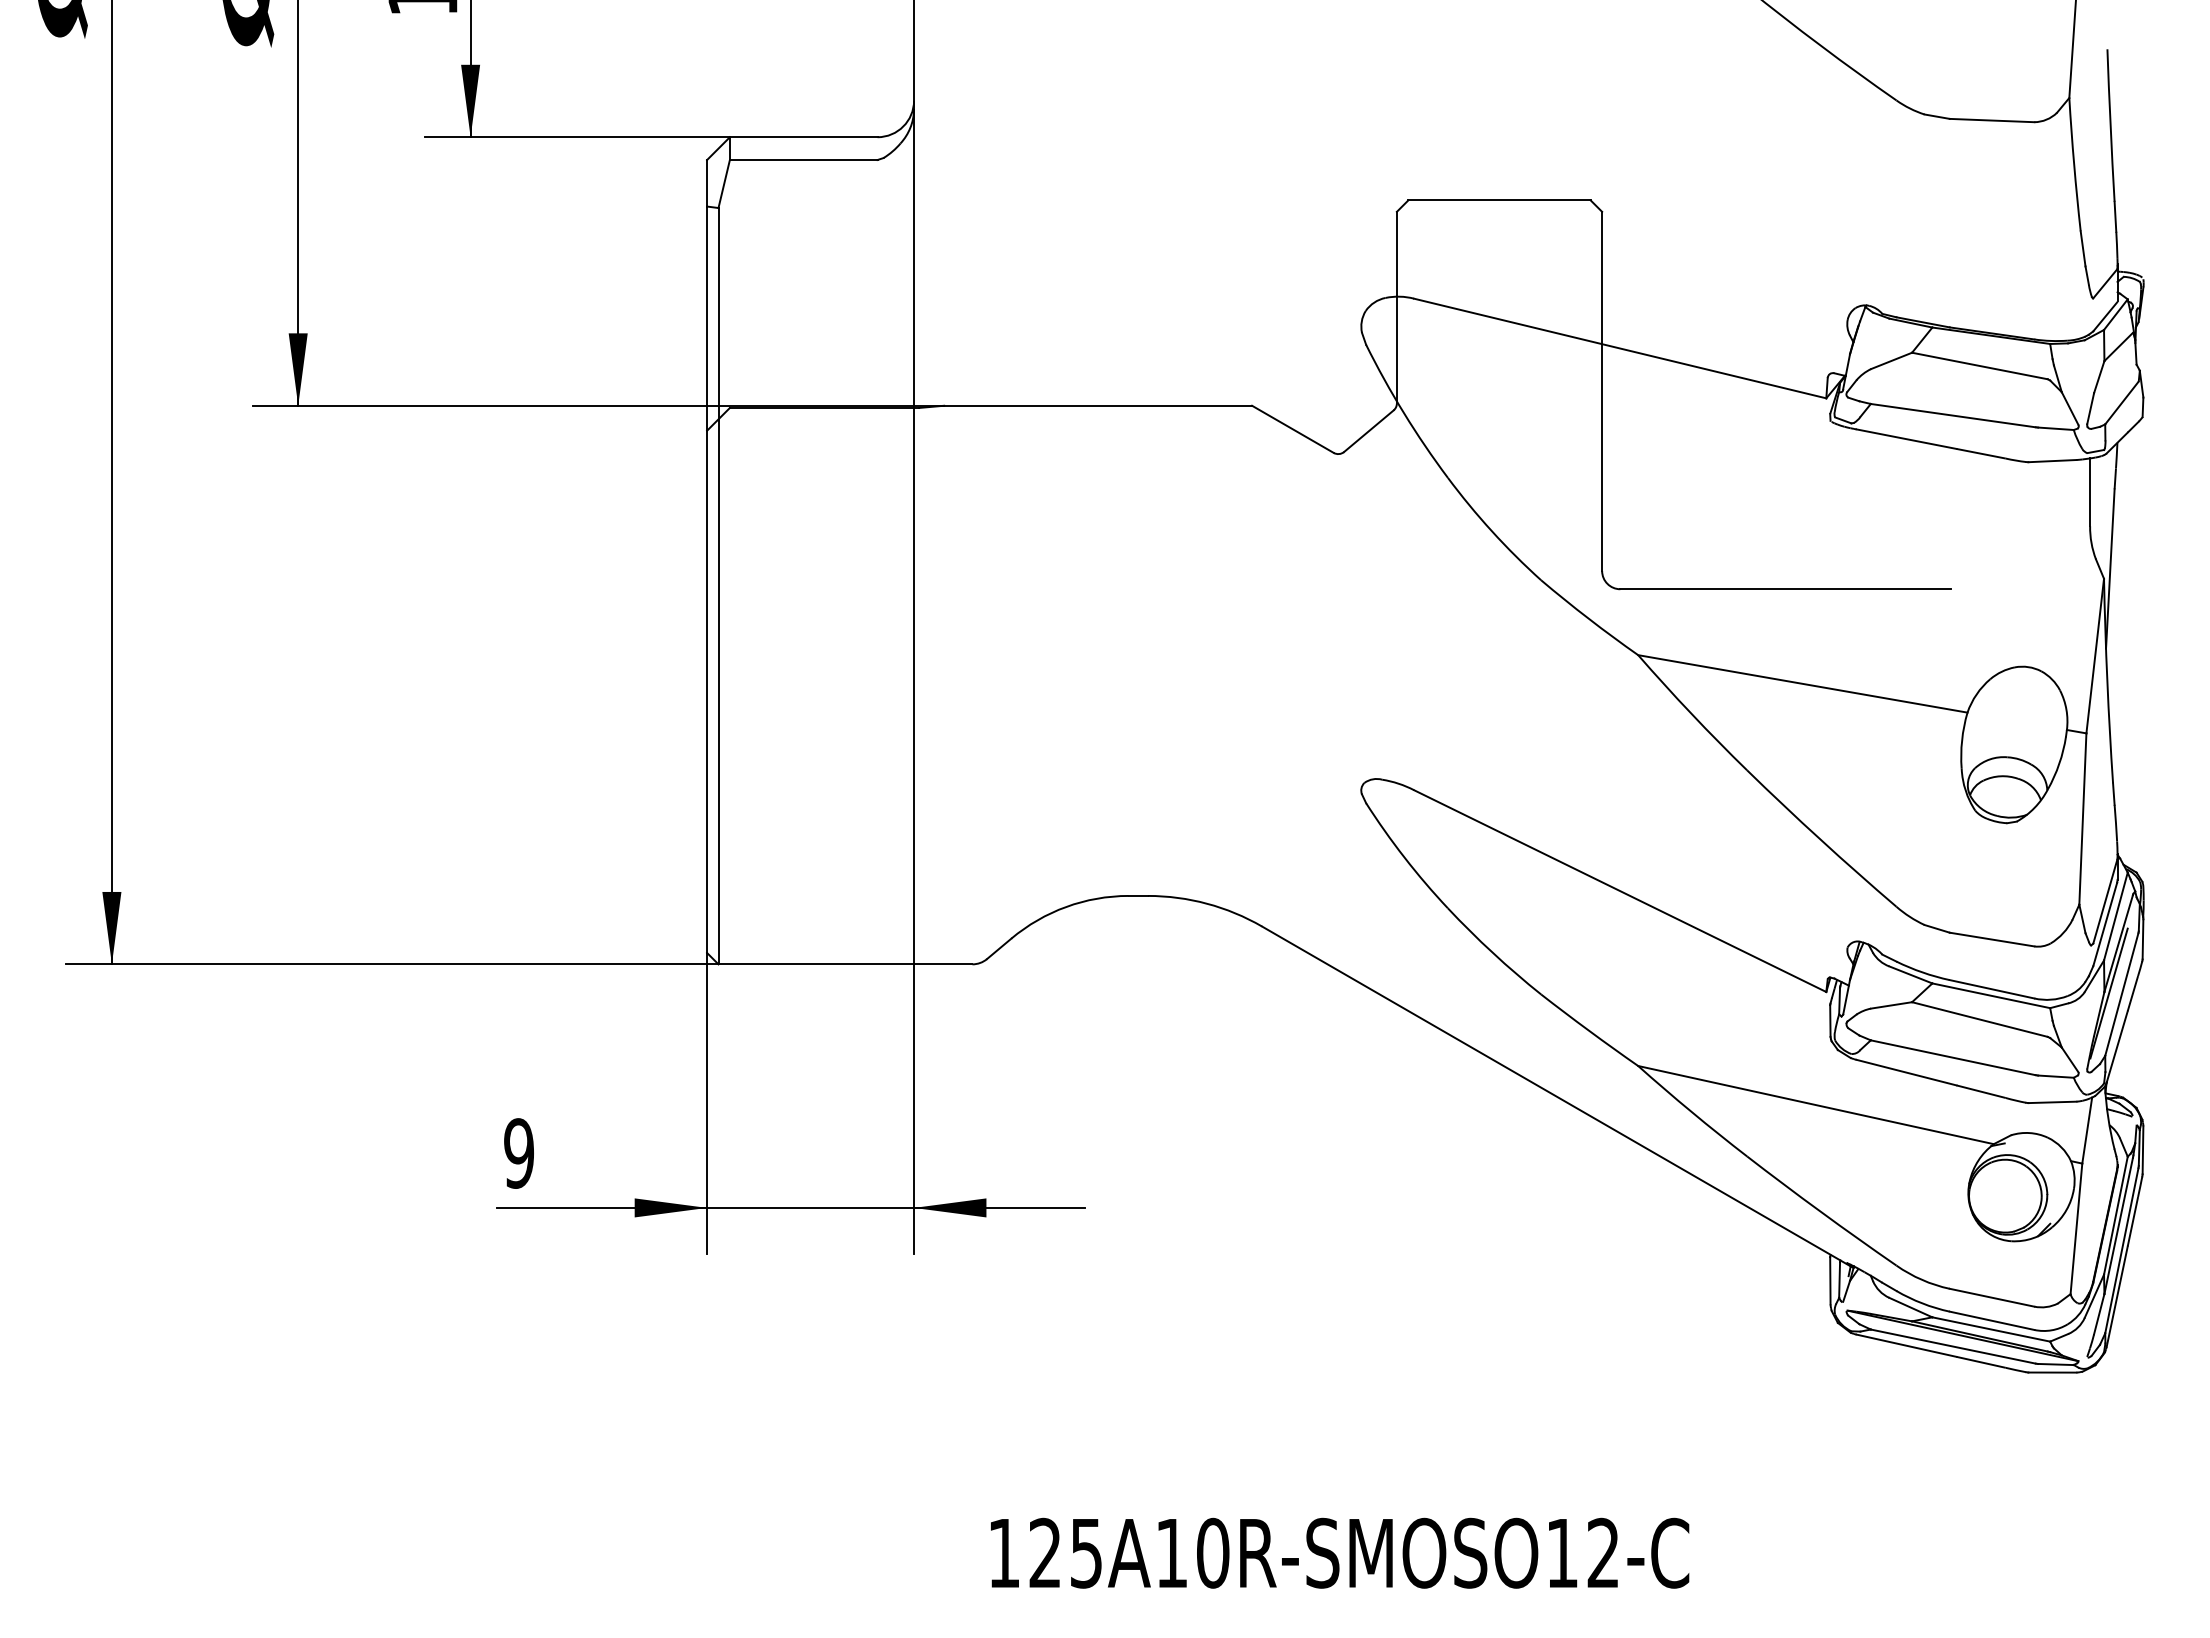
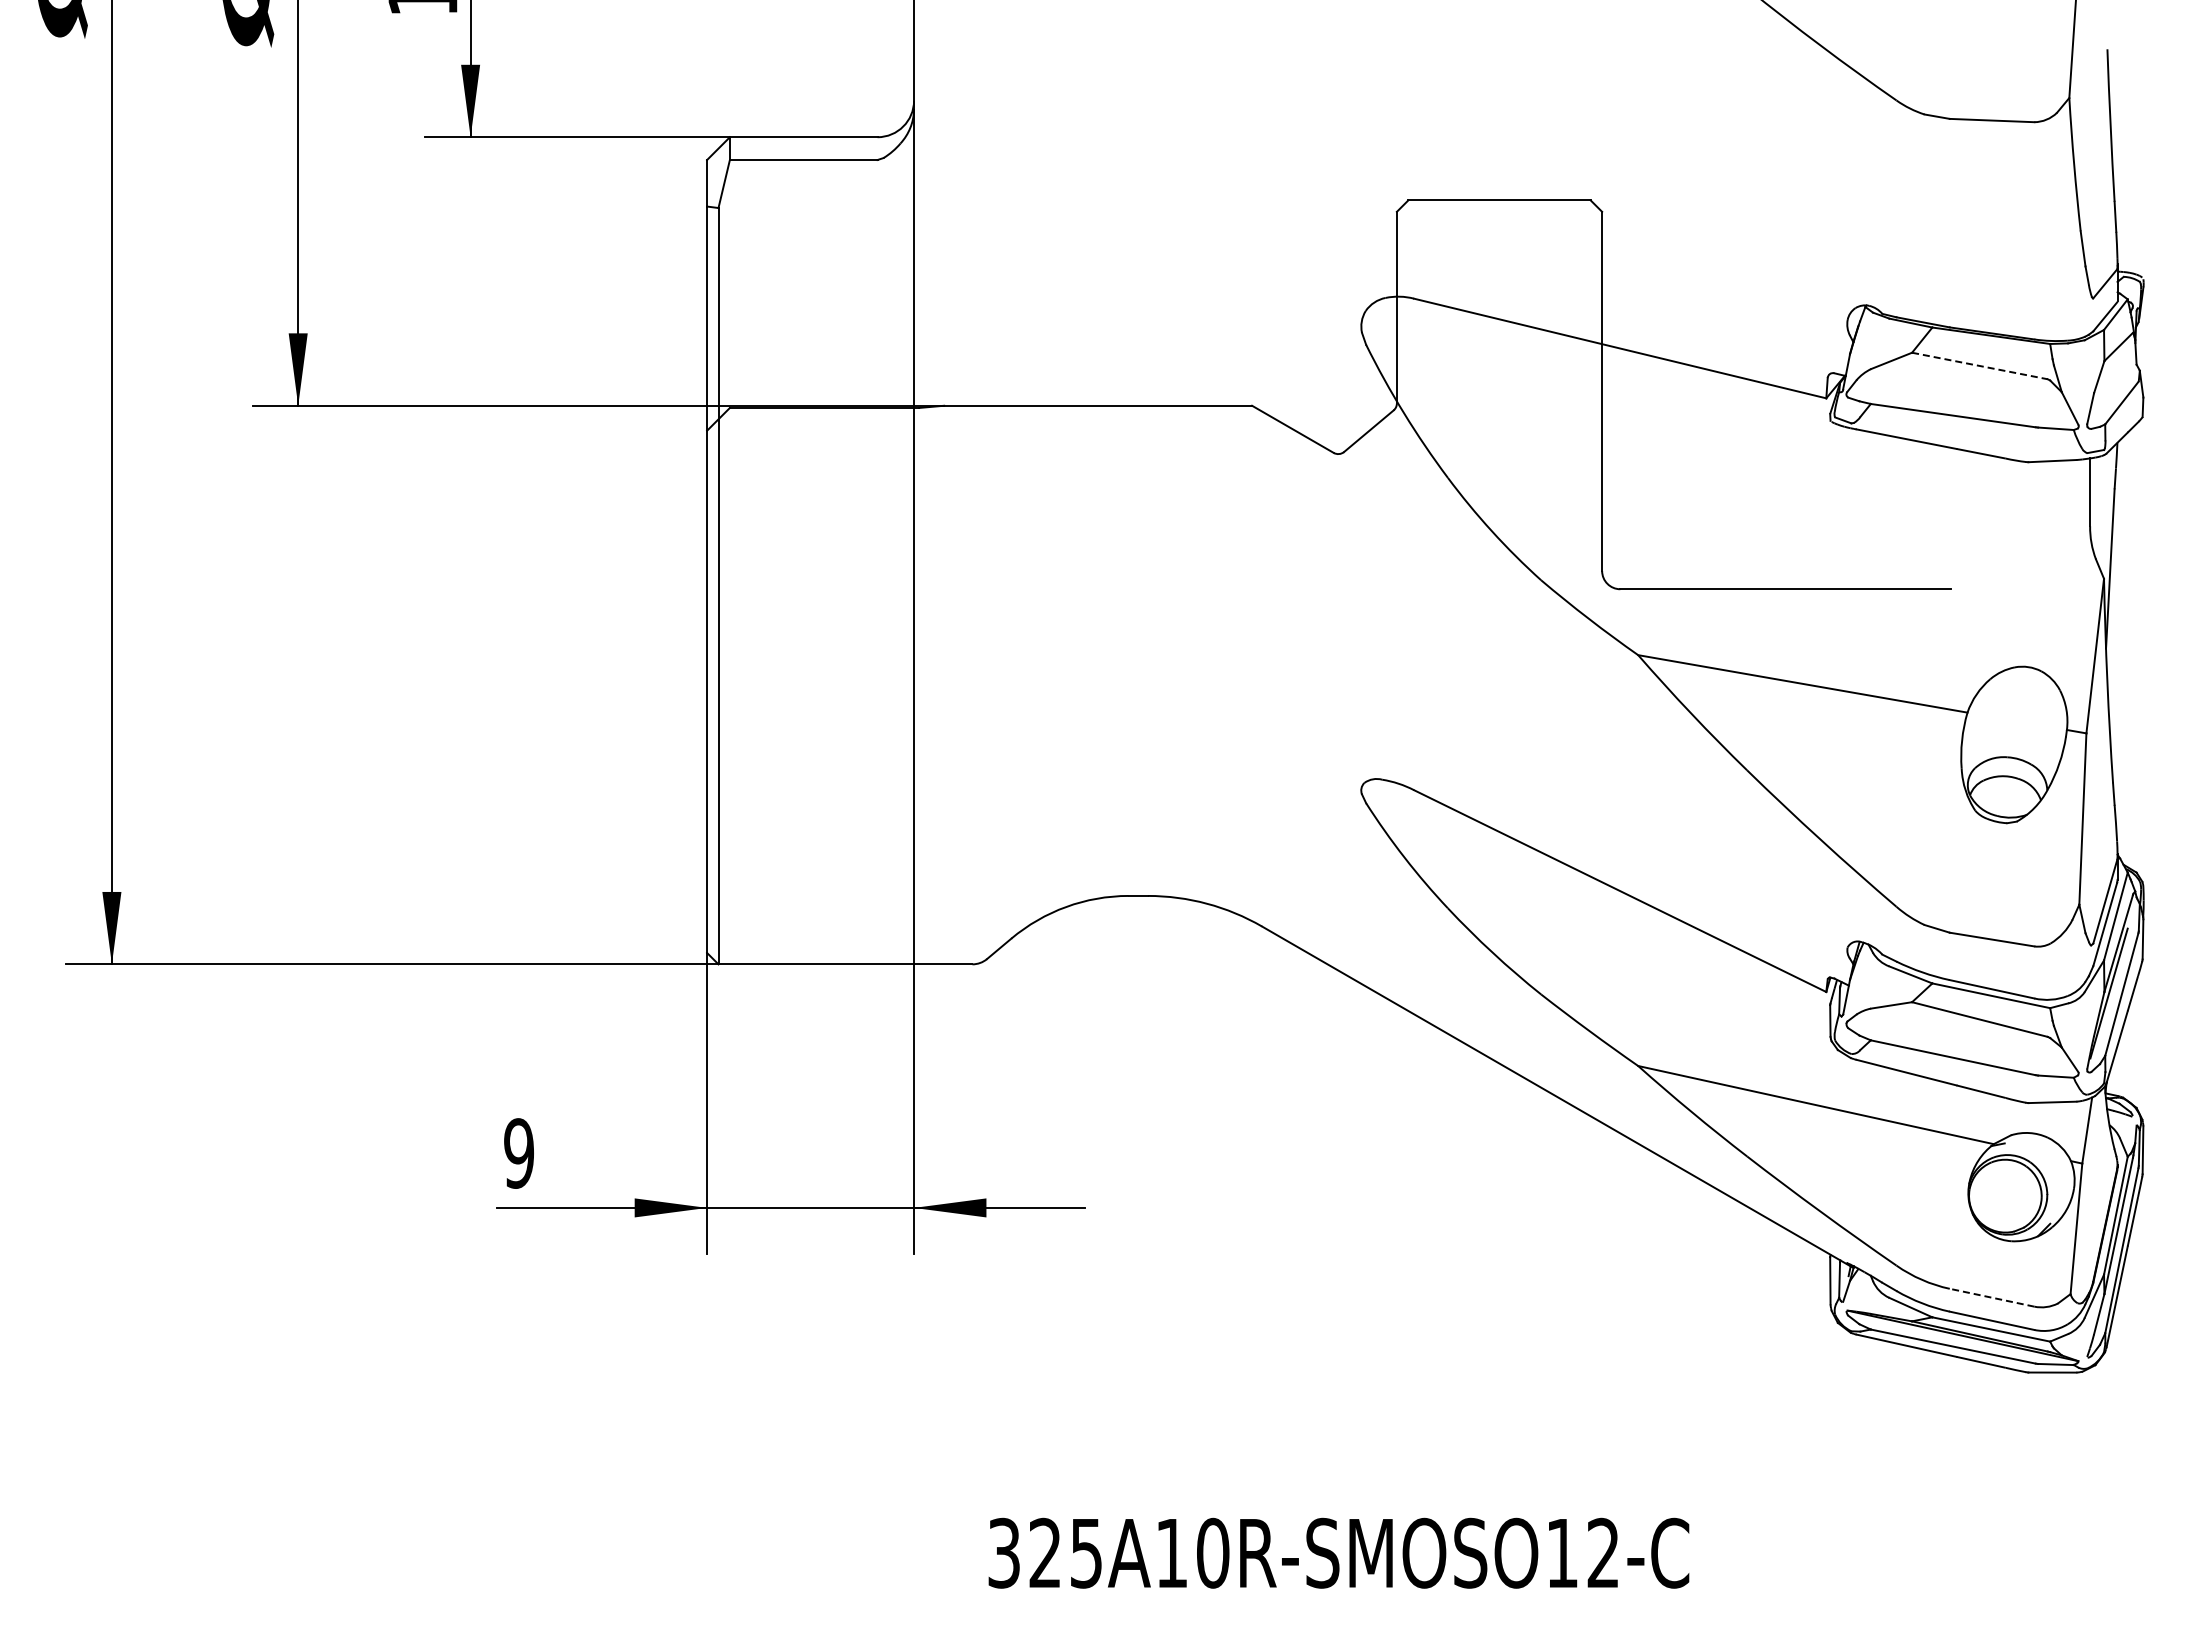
line at (1980, 366): solid -> dashed
line at (1991, 1297): solid -> dashed
text at (1003, 1552): 125A10R-SMOSO12-C -> 325A10R-SMOSO12-C
